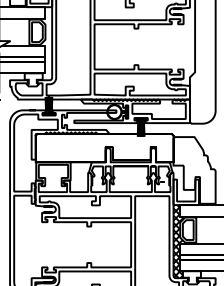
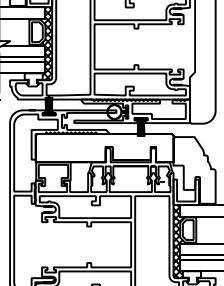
hatch at (46, 43): none -> present
